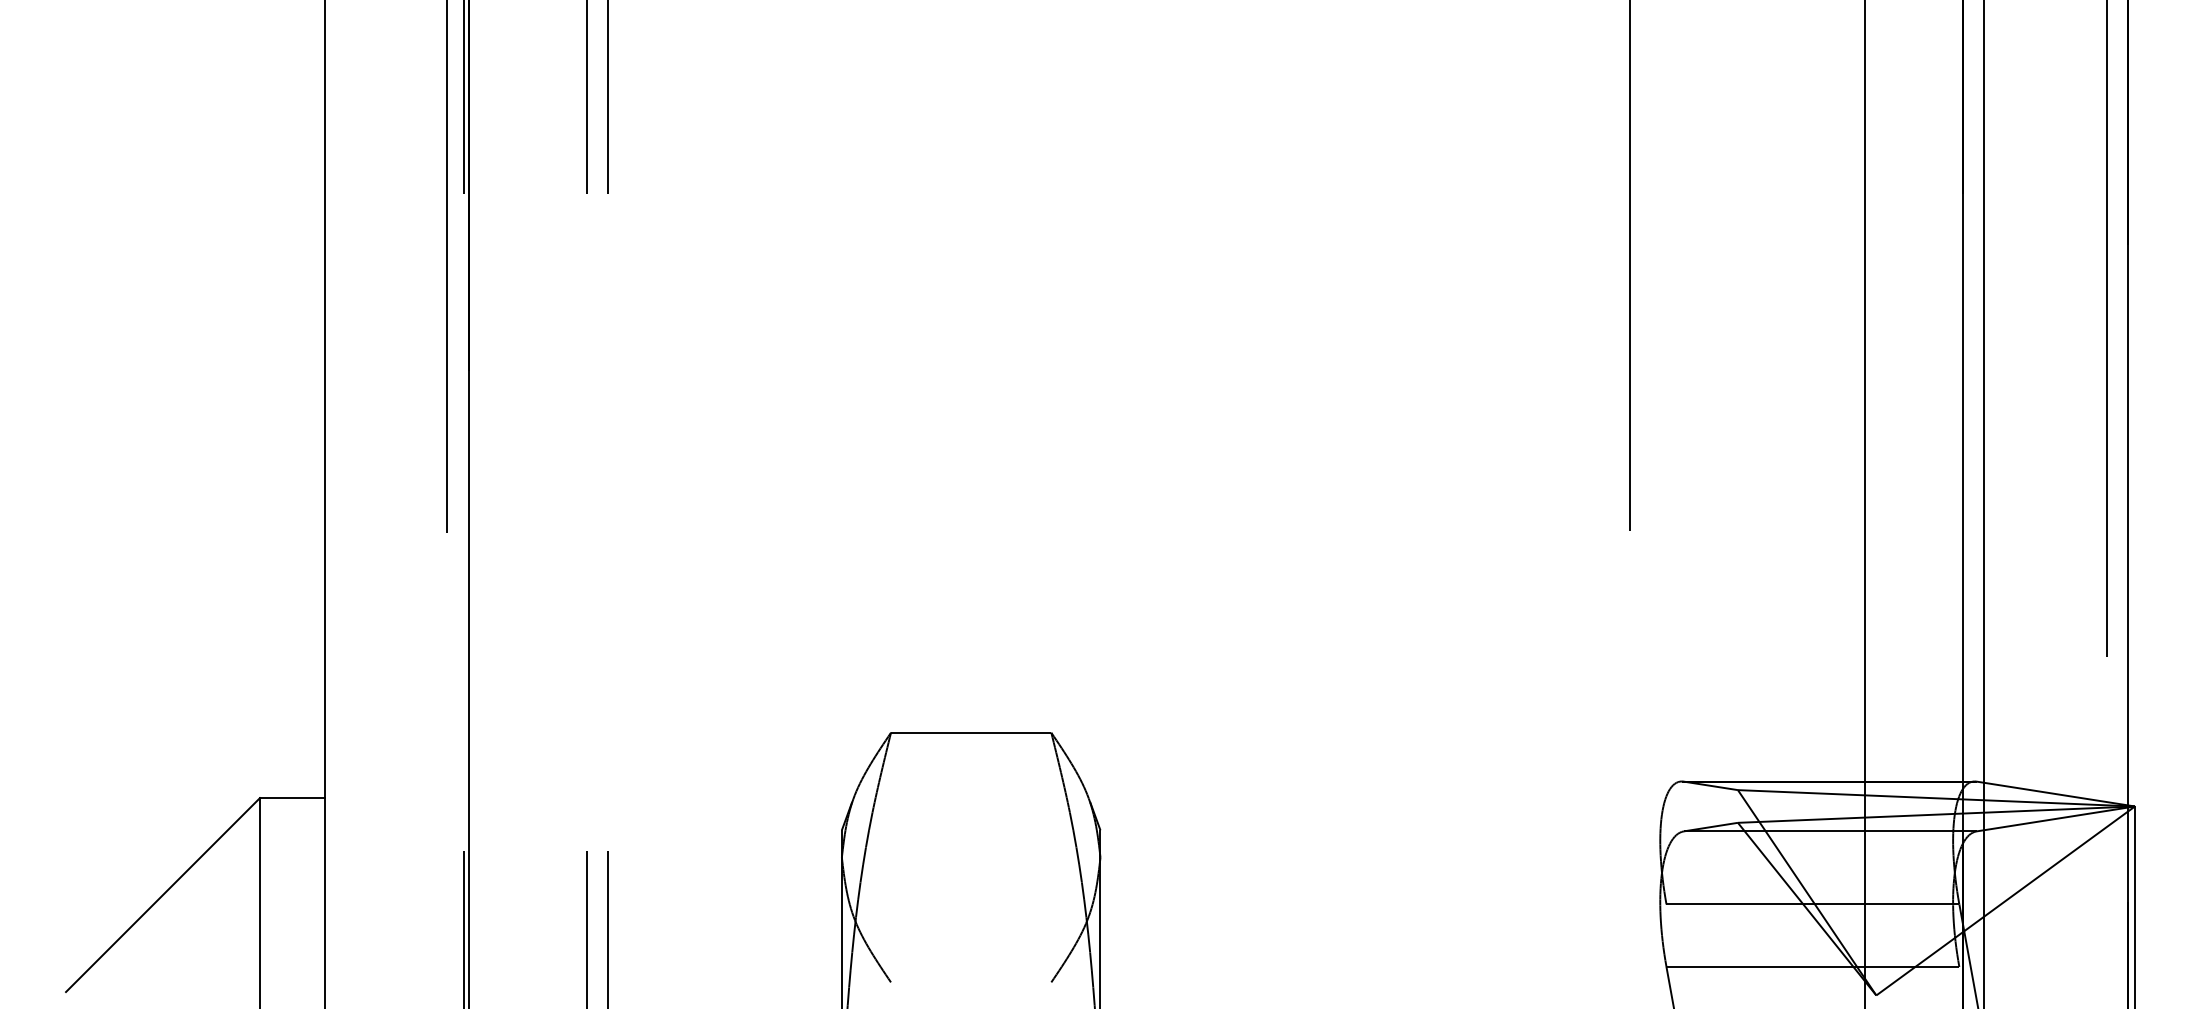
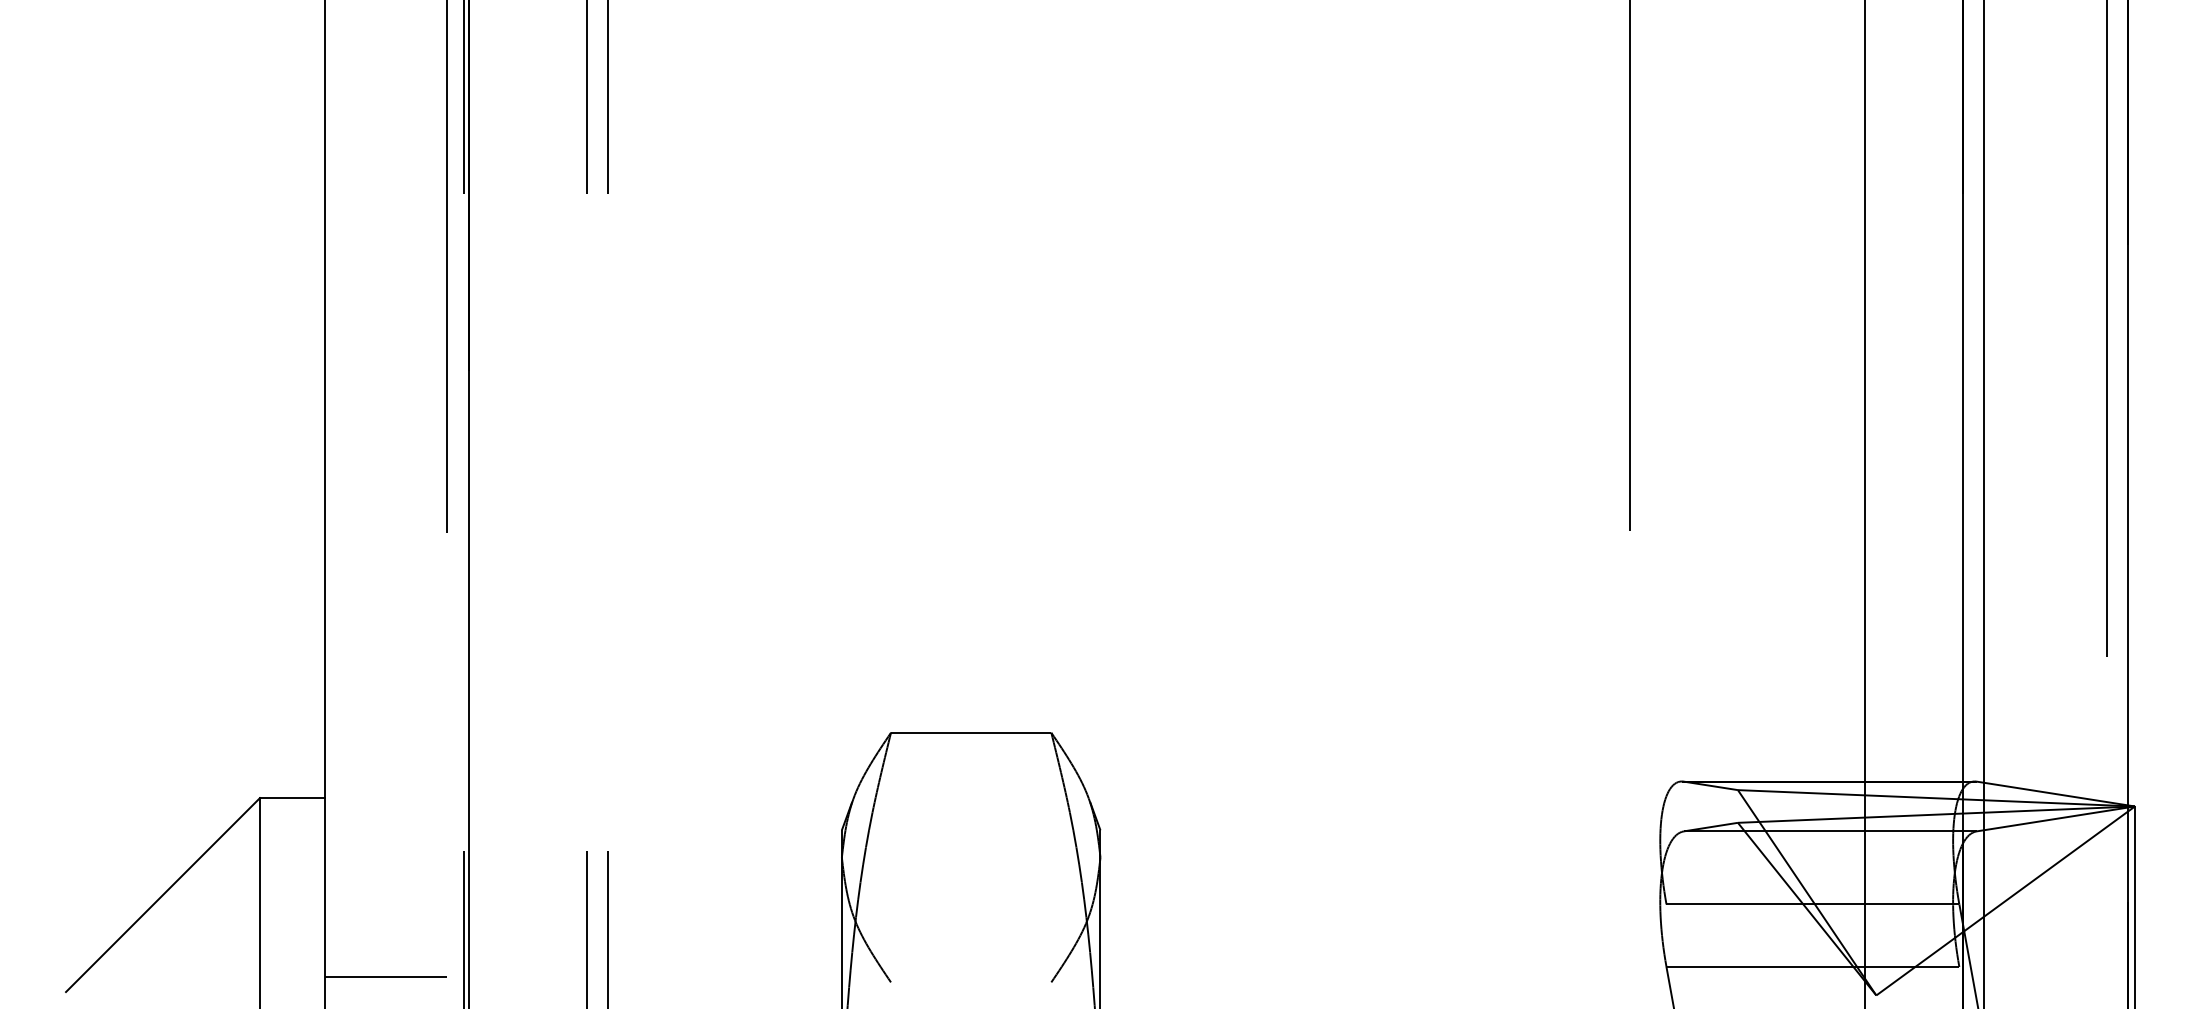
line at (385, 976): none -> present
